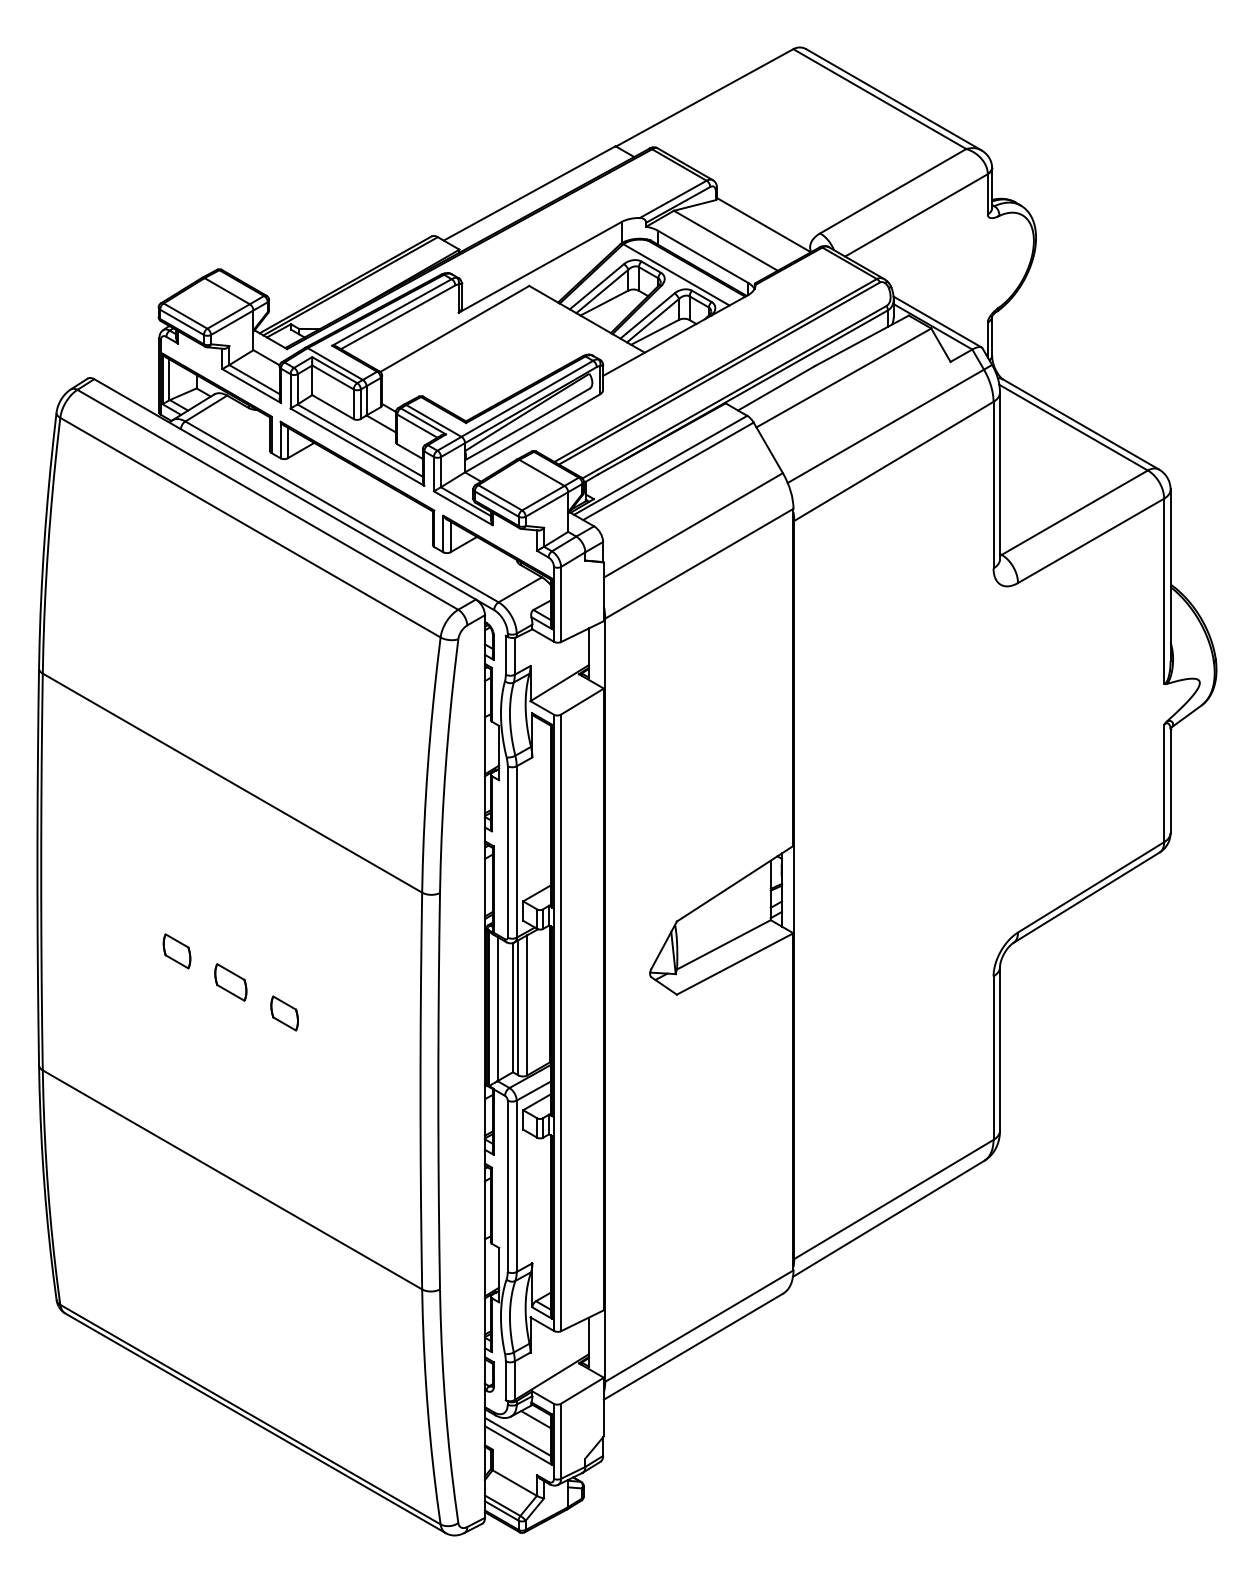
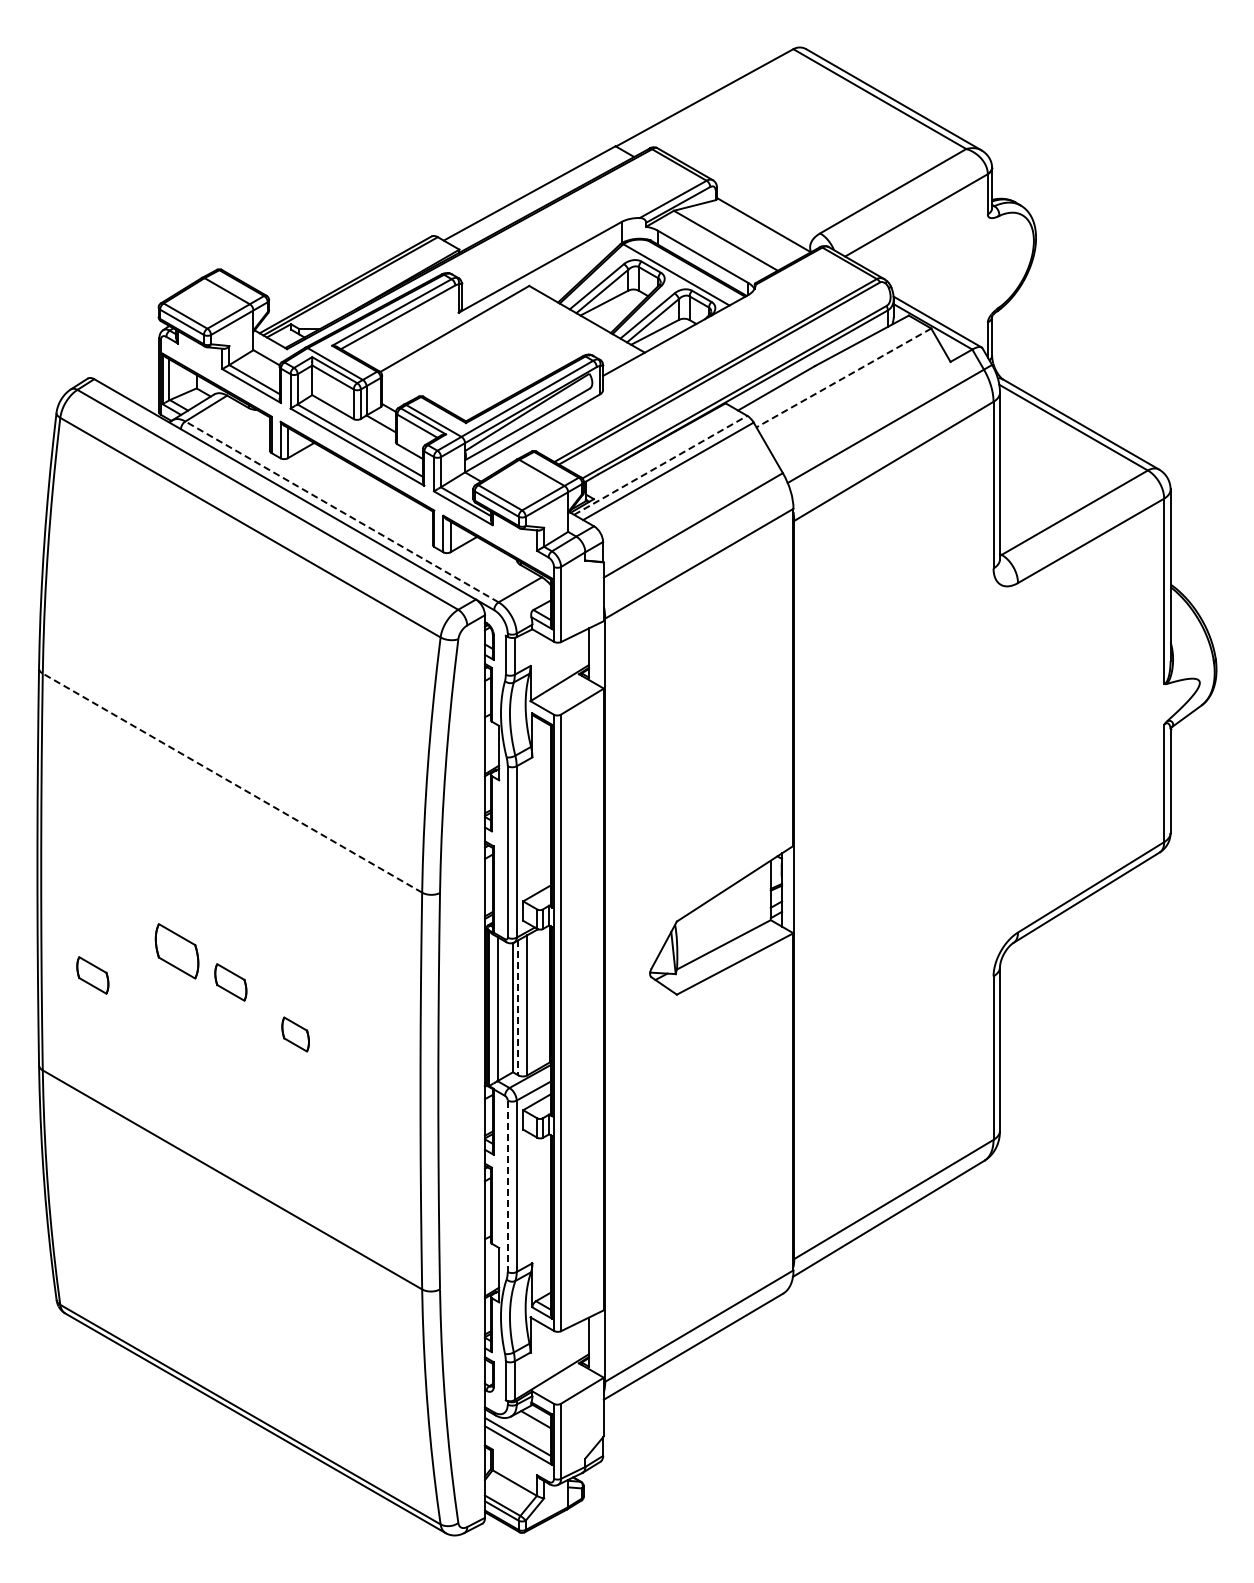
line at (843, 378): solid -> dashed
line at (660, 465): solid -> dashed
line at (342, 511): solid -> dashed
line at (232, 782): solid -> dashed
part at (176, 951) size: 30x37 px -> 46x57 px
part at (92, 975): none -> present
line at (518, 1007): solid -> dashed
part at (284, 1013) position: (284, 1013) -> (295, 1034)
line at (507, 1186): solid -> dashed
